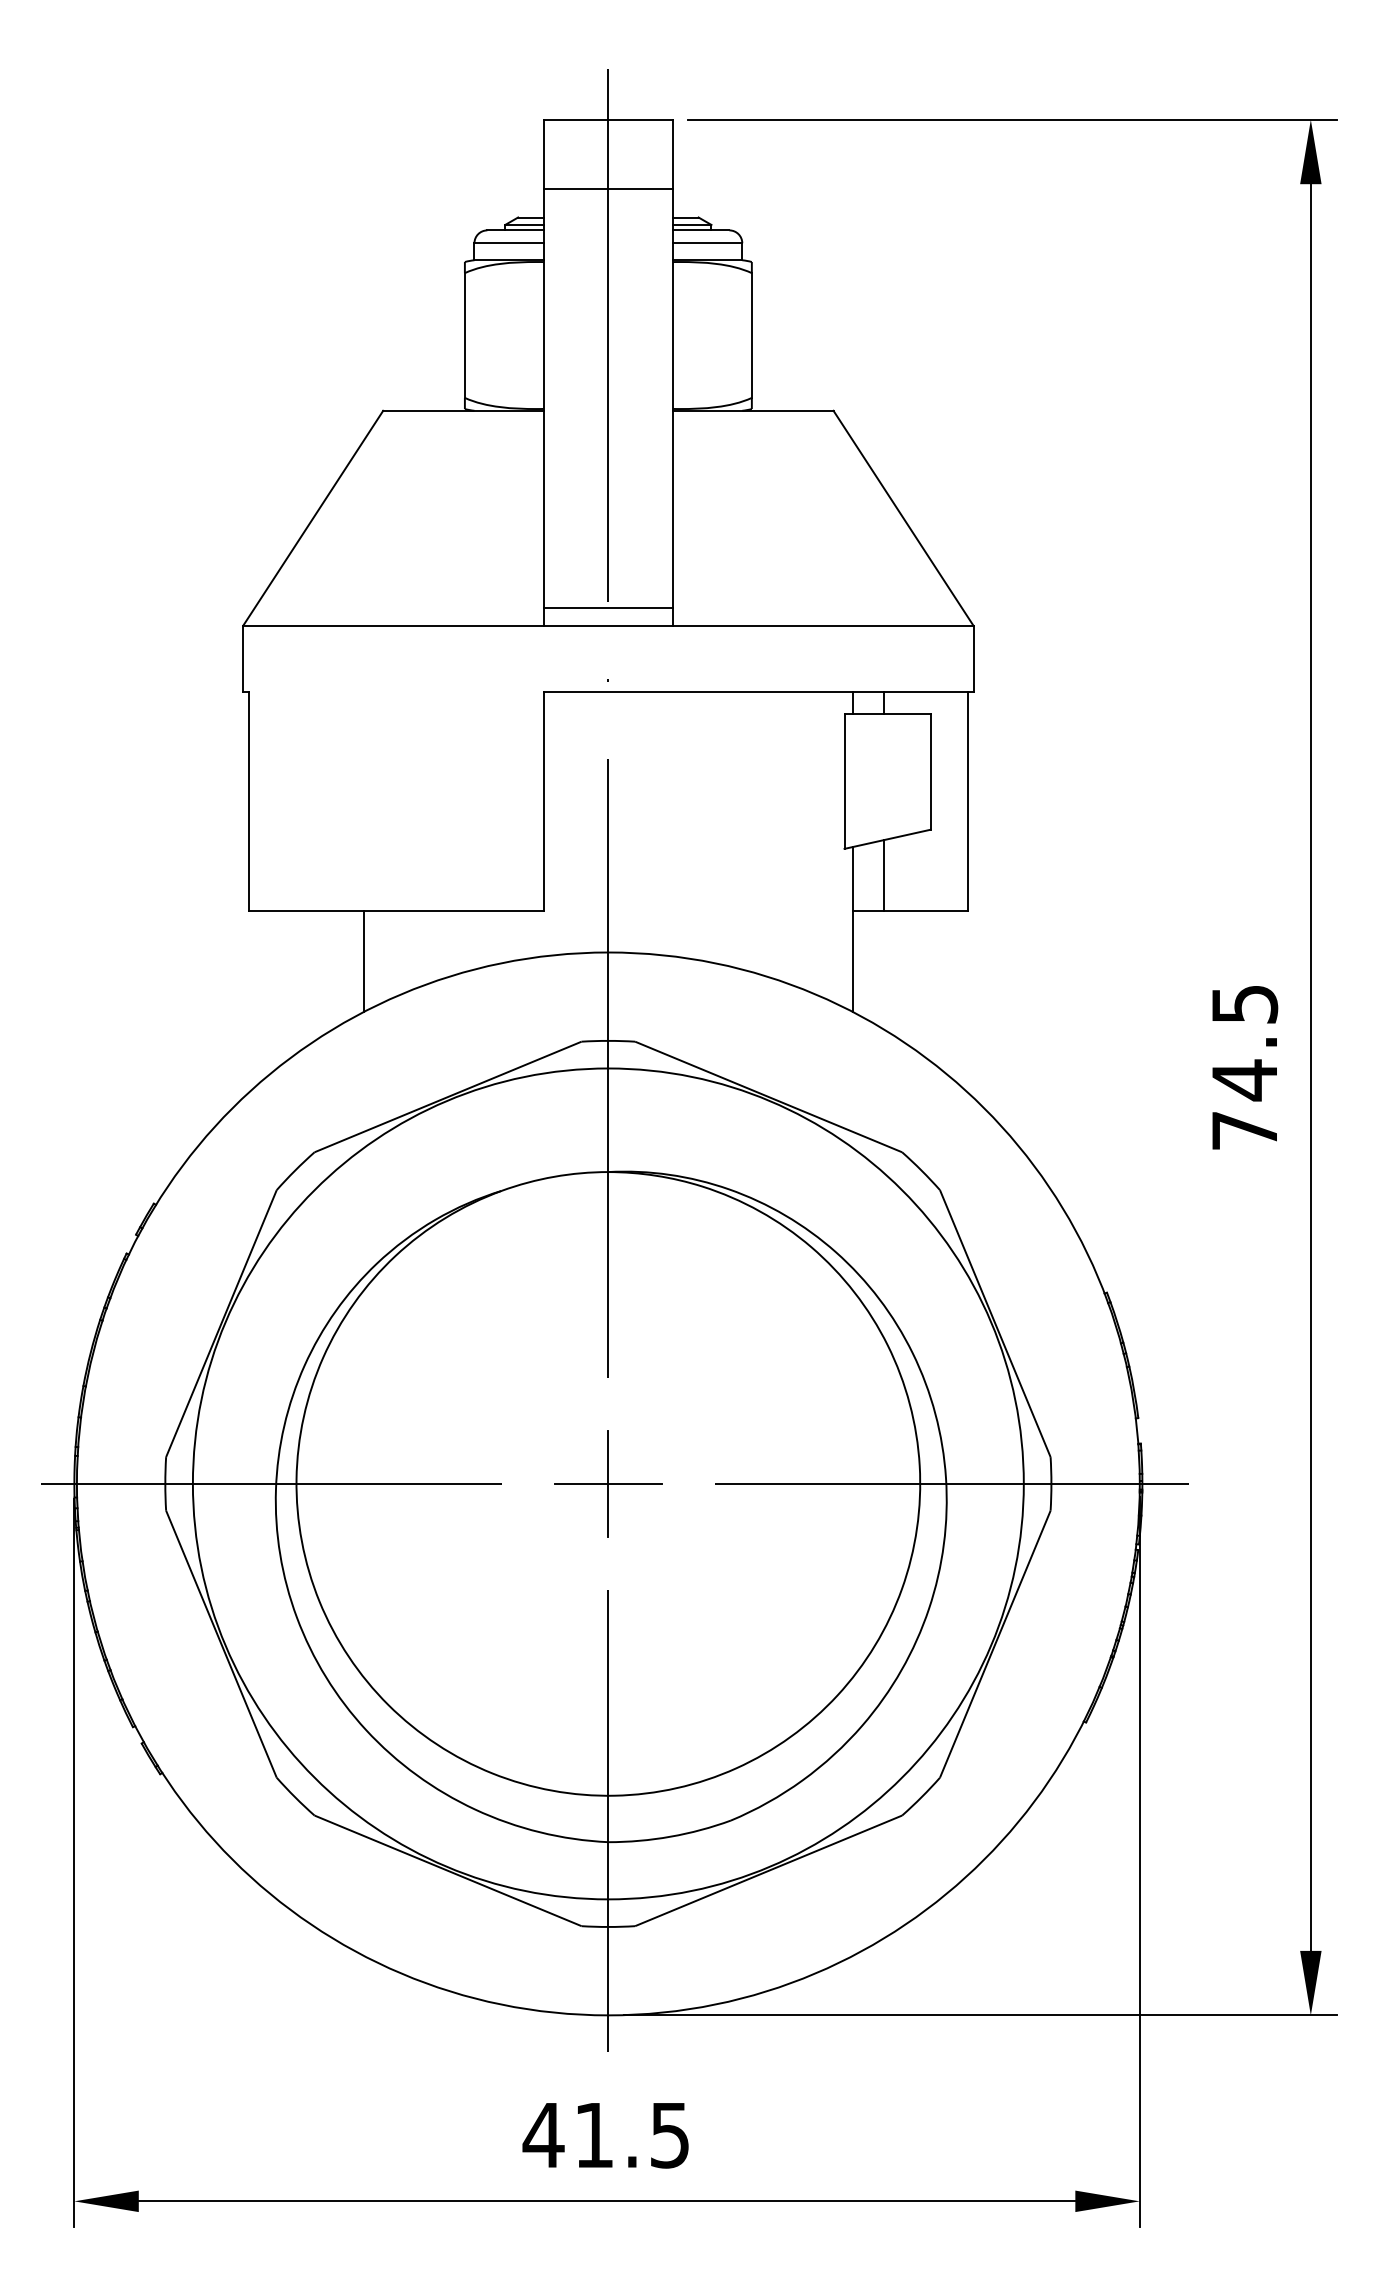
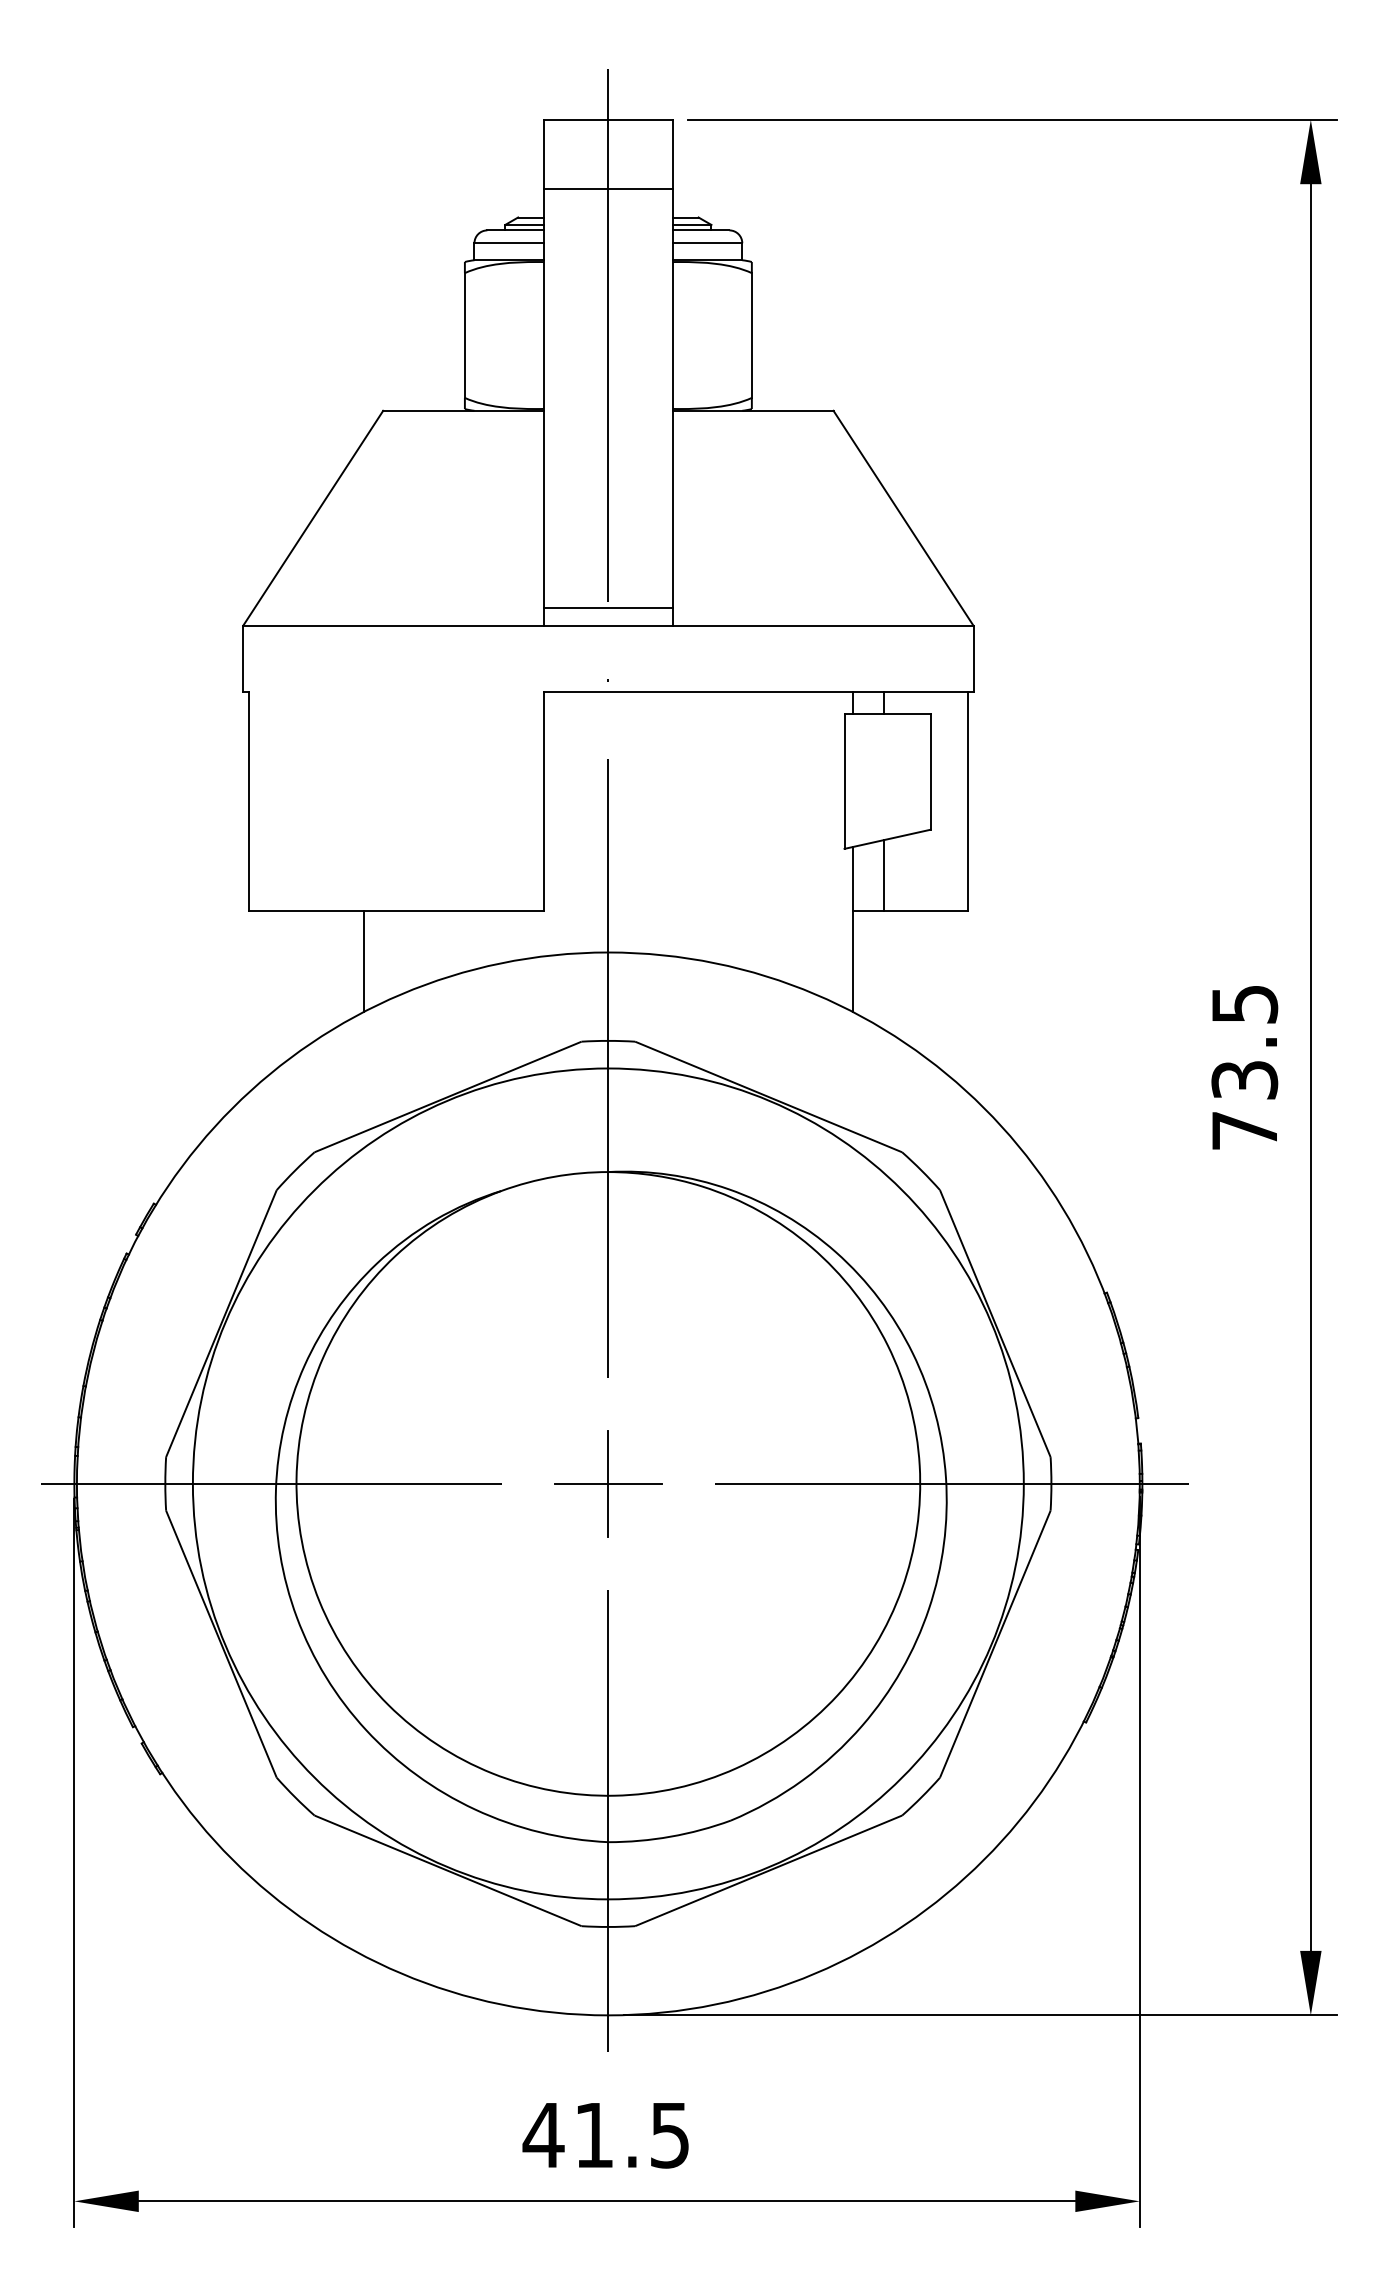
text at (1244, 1080): 74.5 -> 73.5
